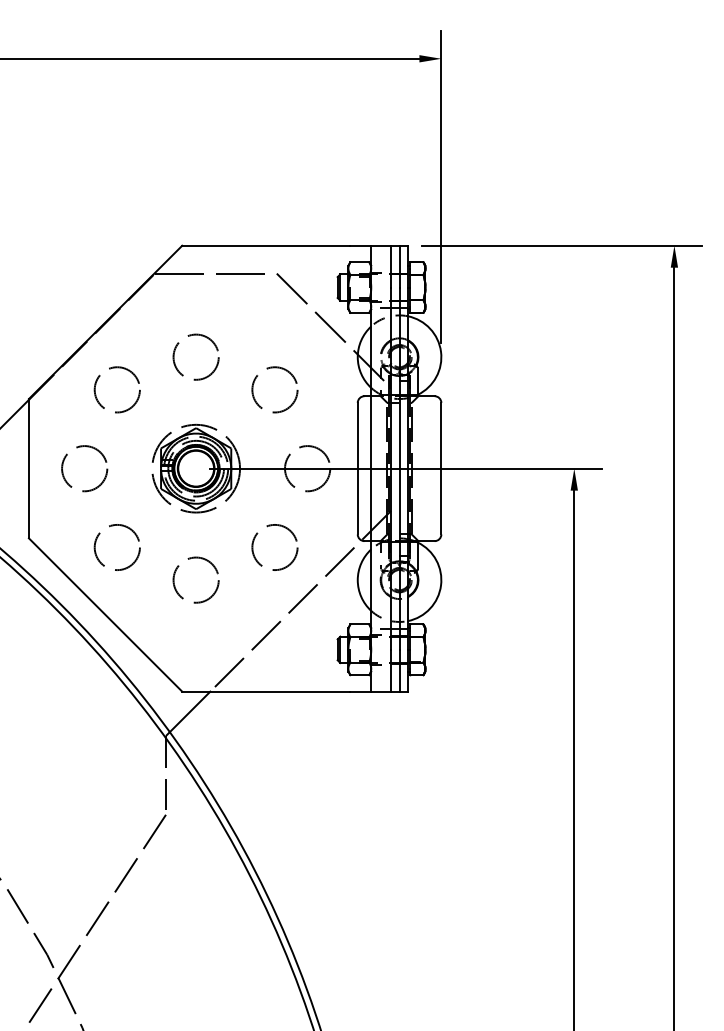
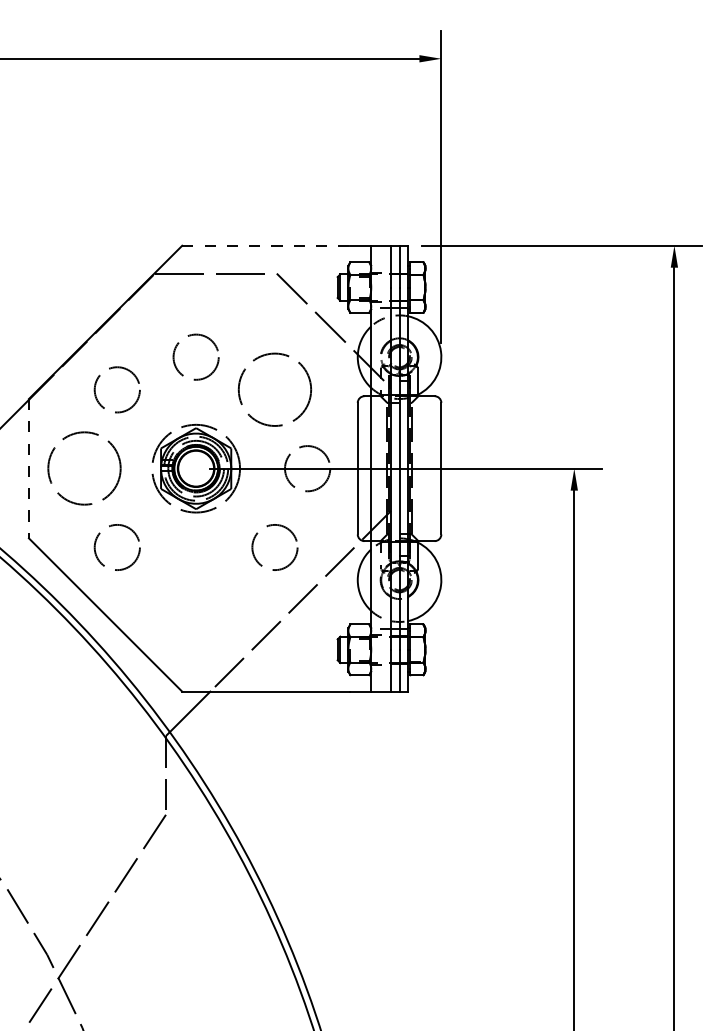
line at (266, 245): solid -> dashed
circle at (274, 389) size: 48x48 px -> 76x75 px
line at (28, 468): solid -> dashed
circle at (84, 468) size: 48x48 px -> 75x75 px
circle at (195, 579): present -> none
